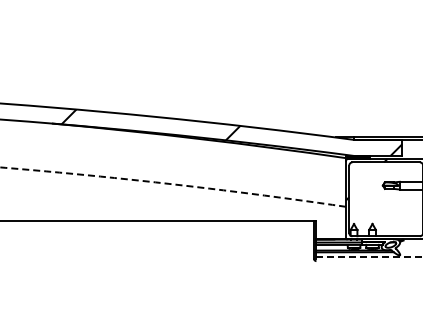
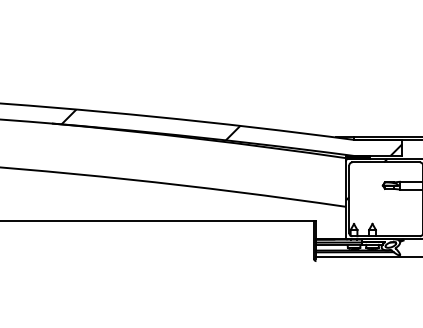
arc at (173, 184): dashed -> solid
line at (369, 257): dashed -> solid
